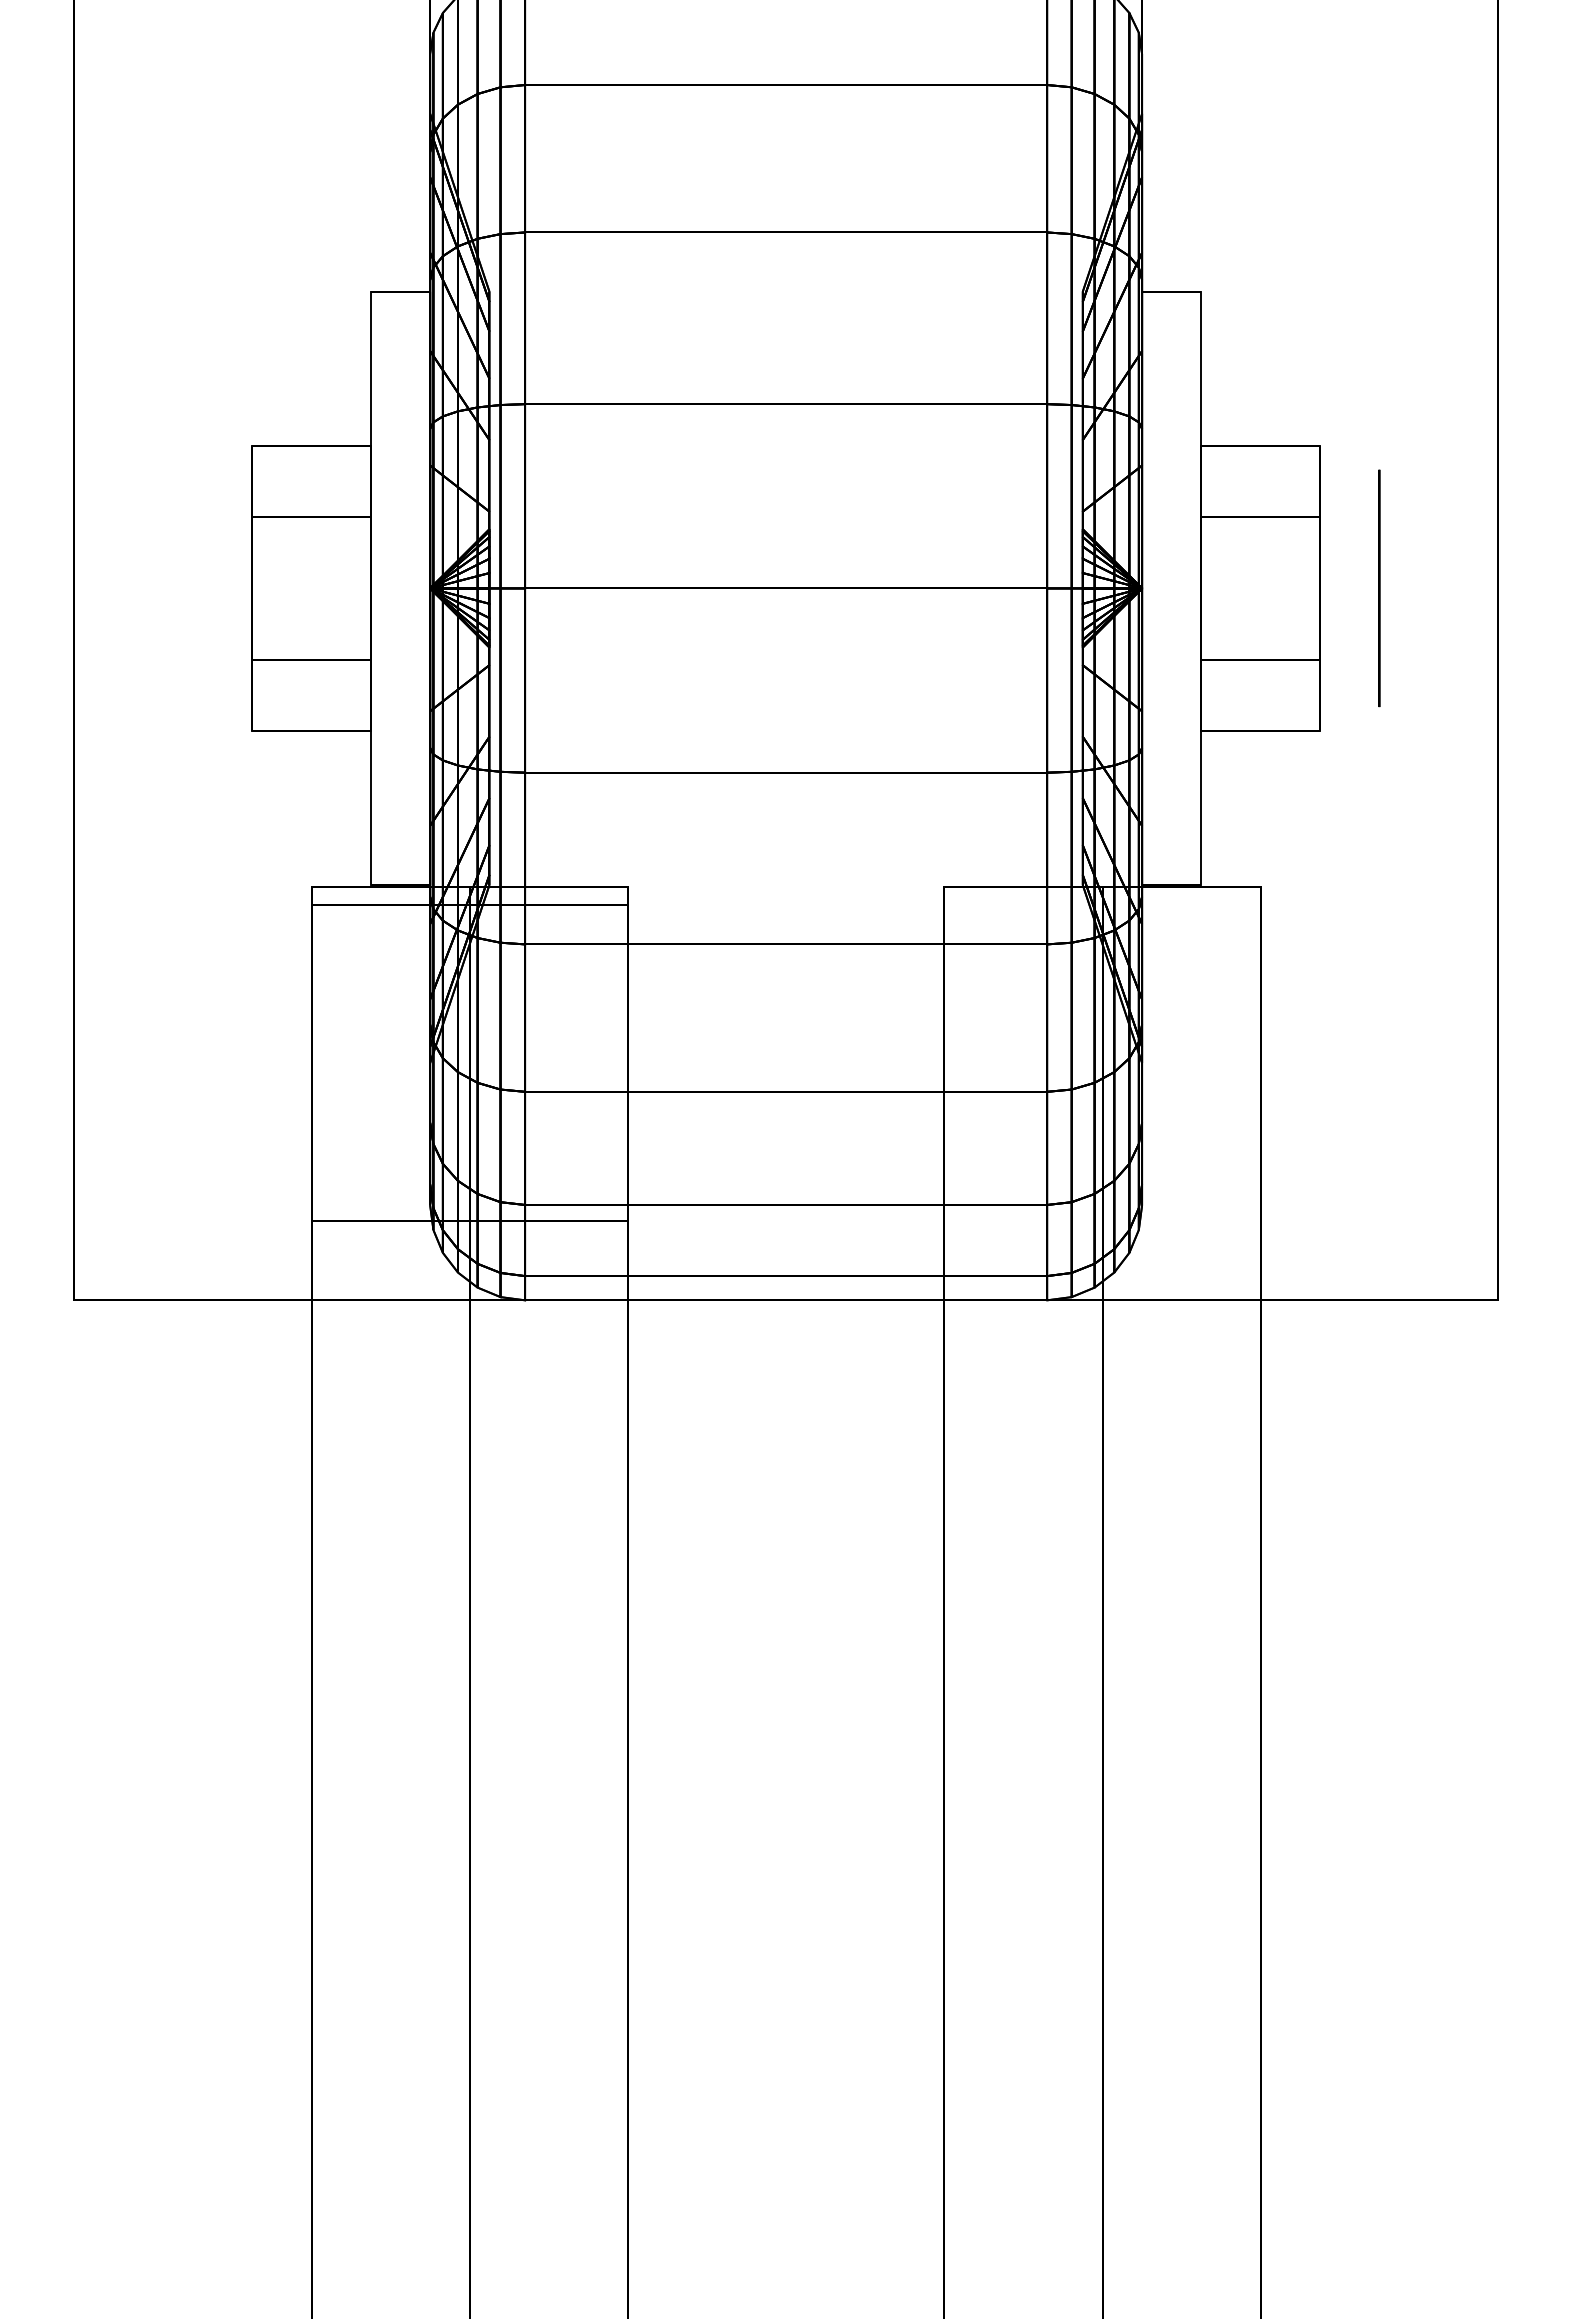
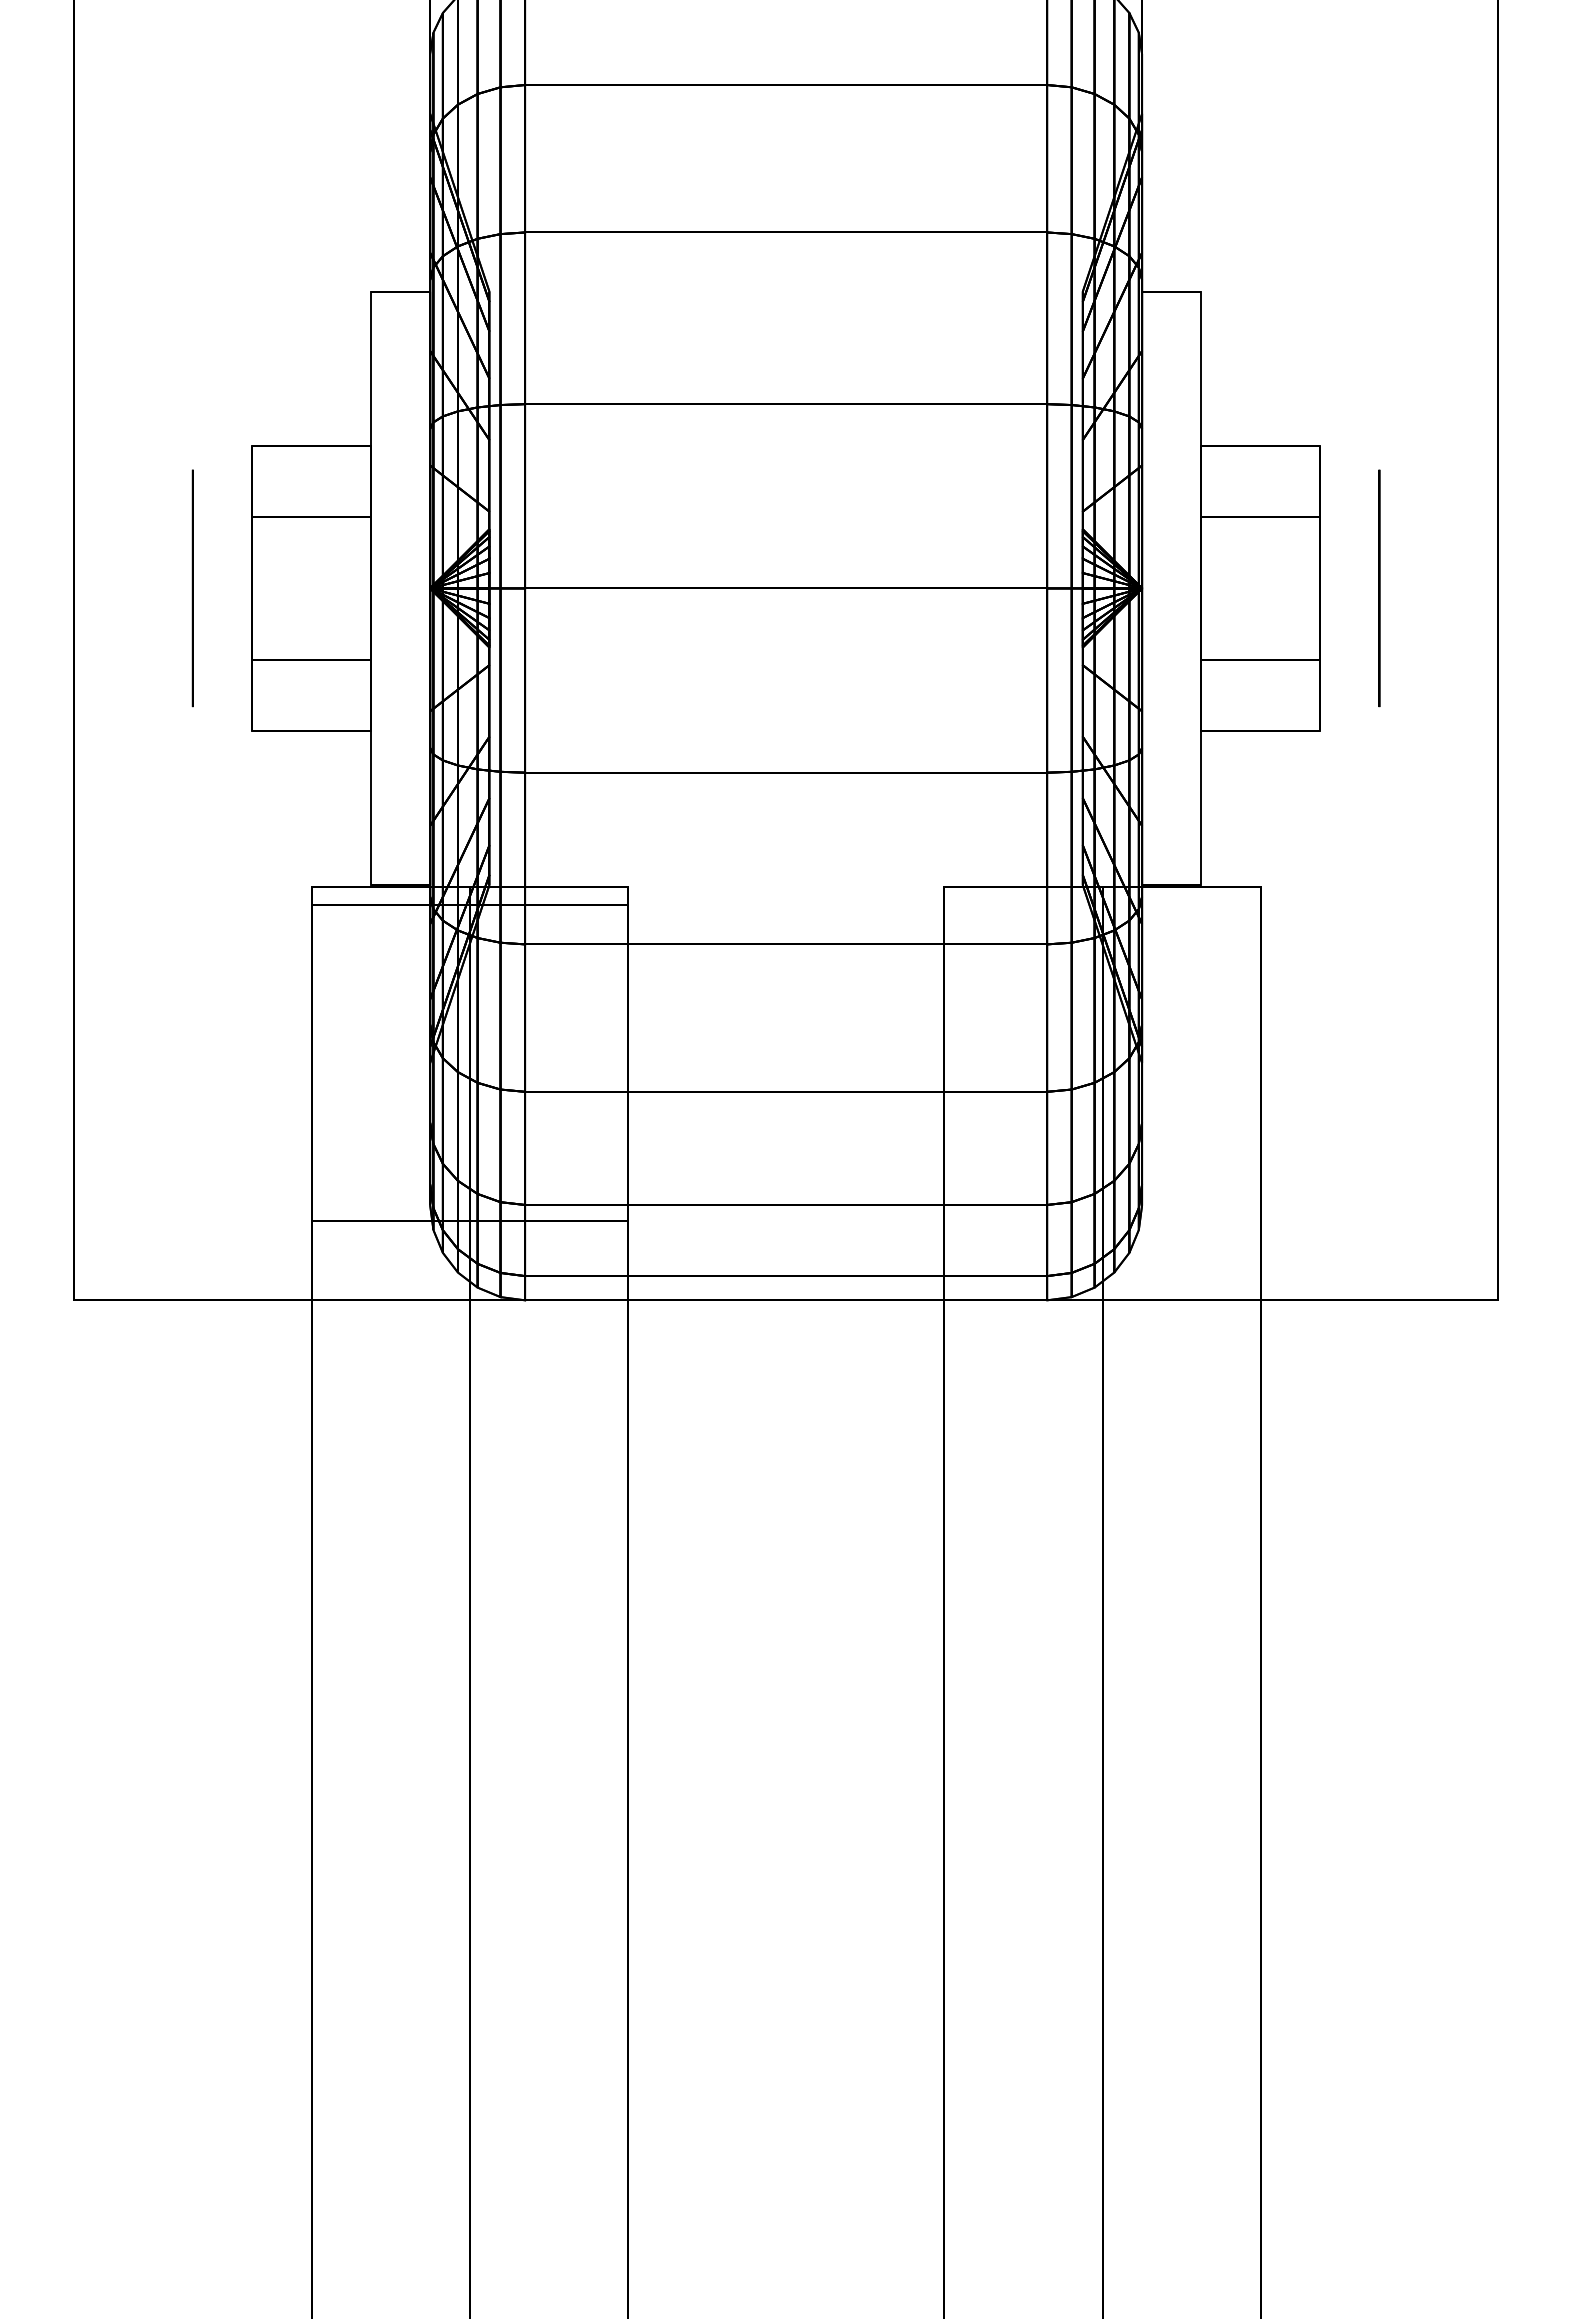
circle at (192, 588): none -> present
